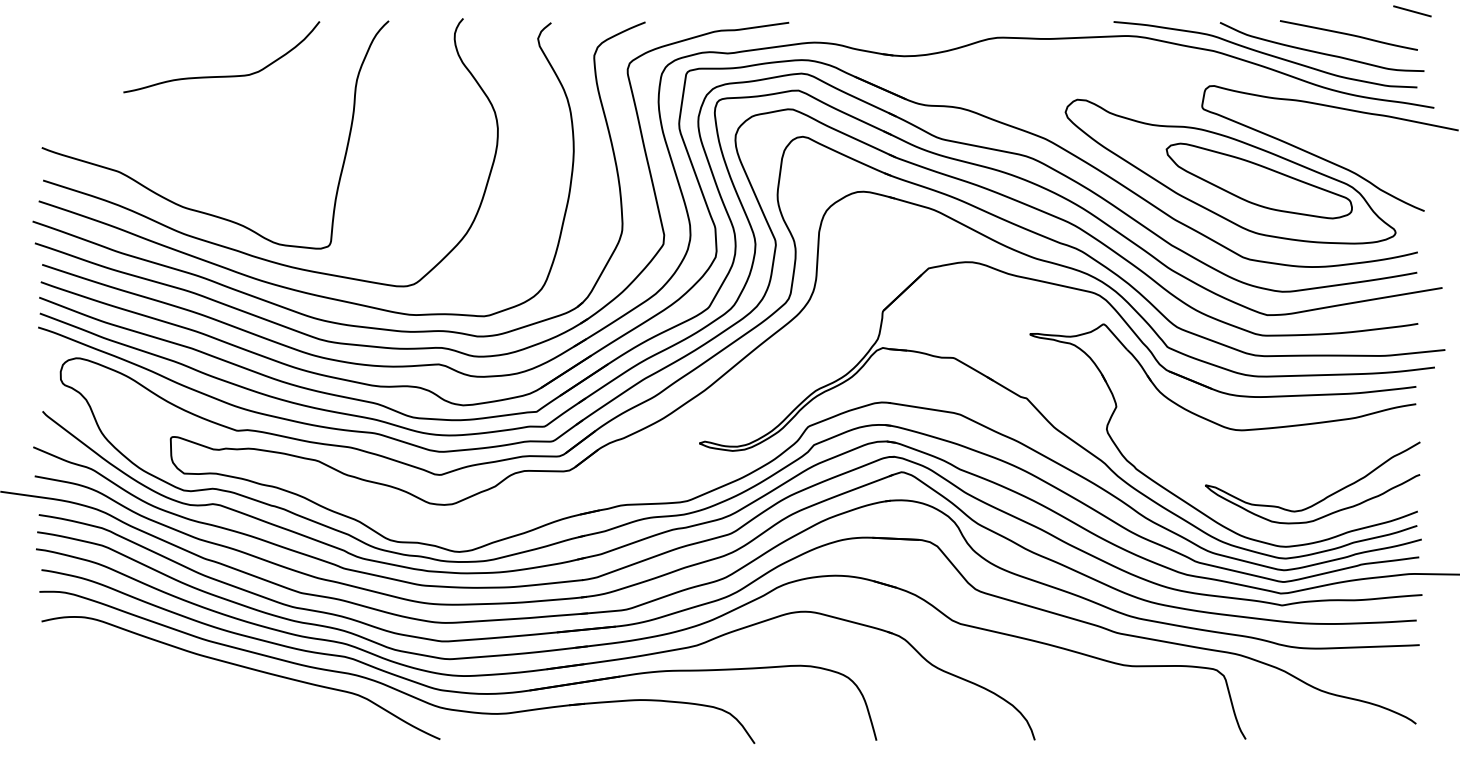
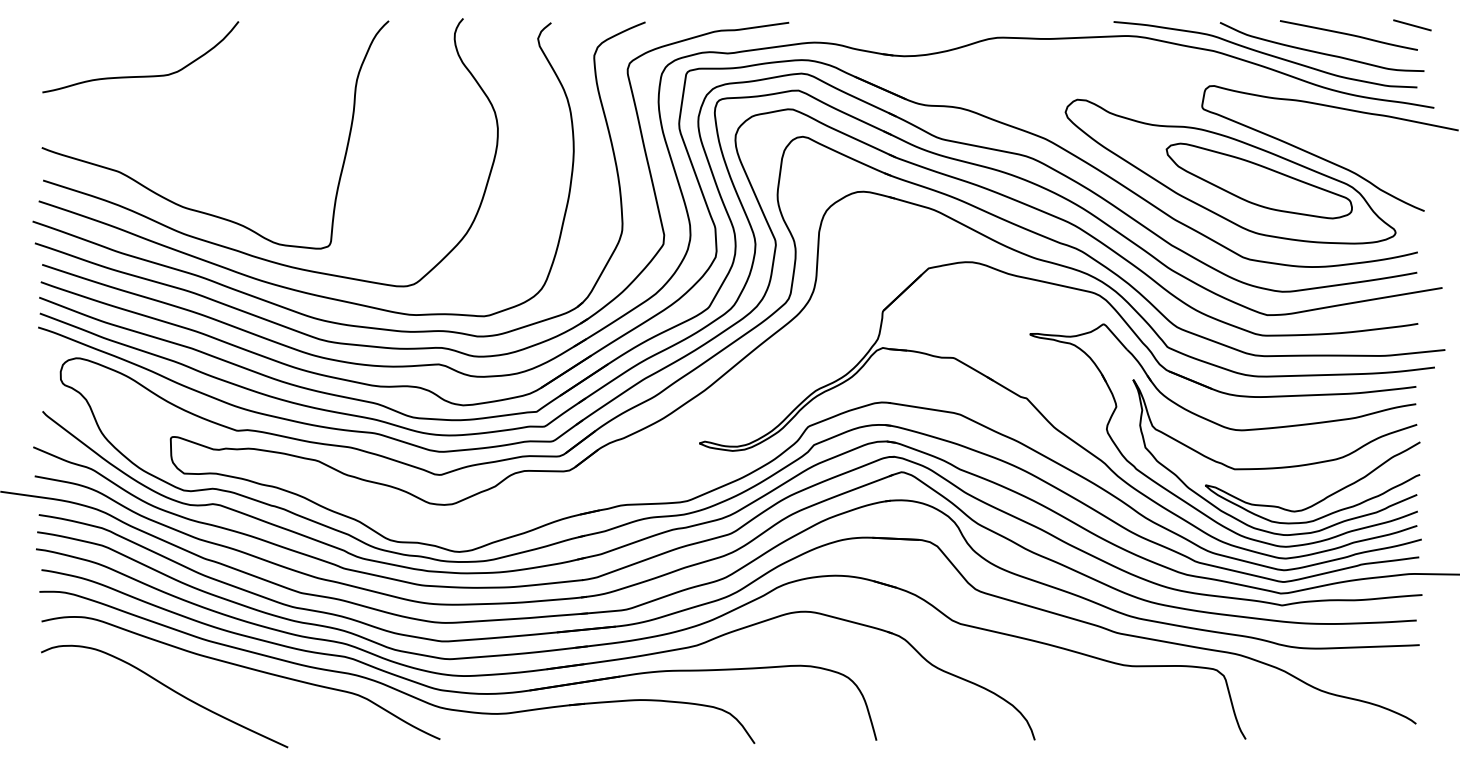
line at (1412, 11) position: (1412, 11) -> (1412, 25)
curve at (221, 75) position: (221, 75) -> (140, 75)
curve at (1274, 467): none -> present
curve at (167, 688): none -> present
